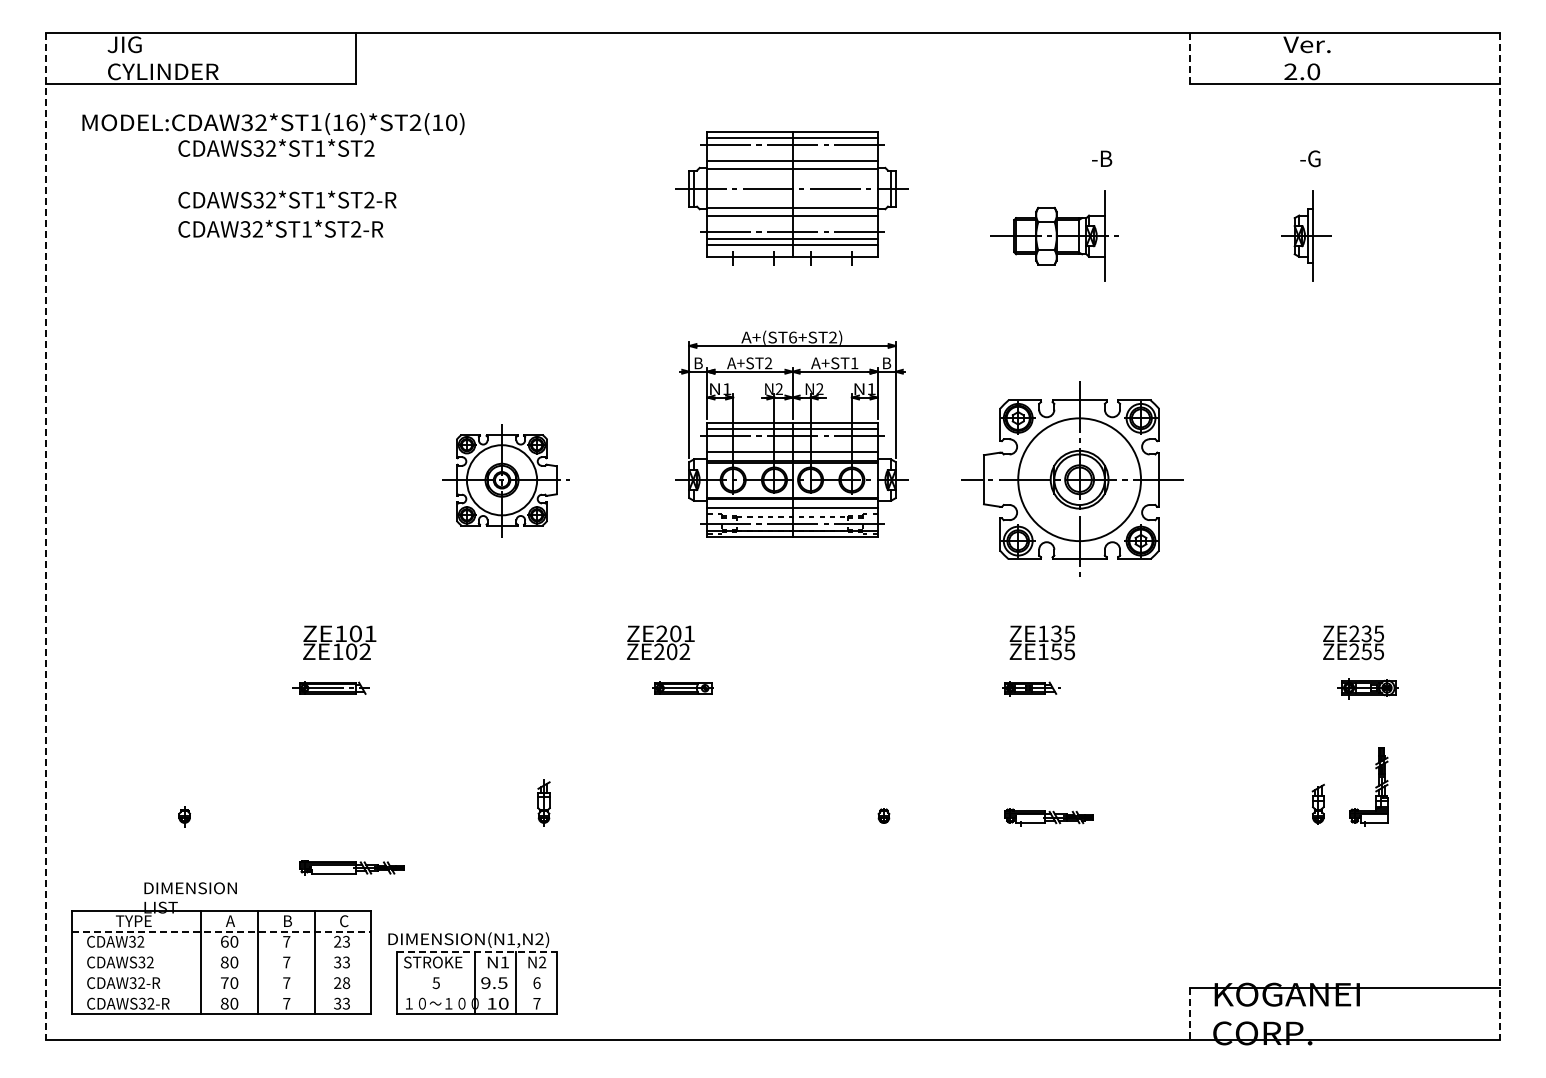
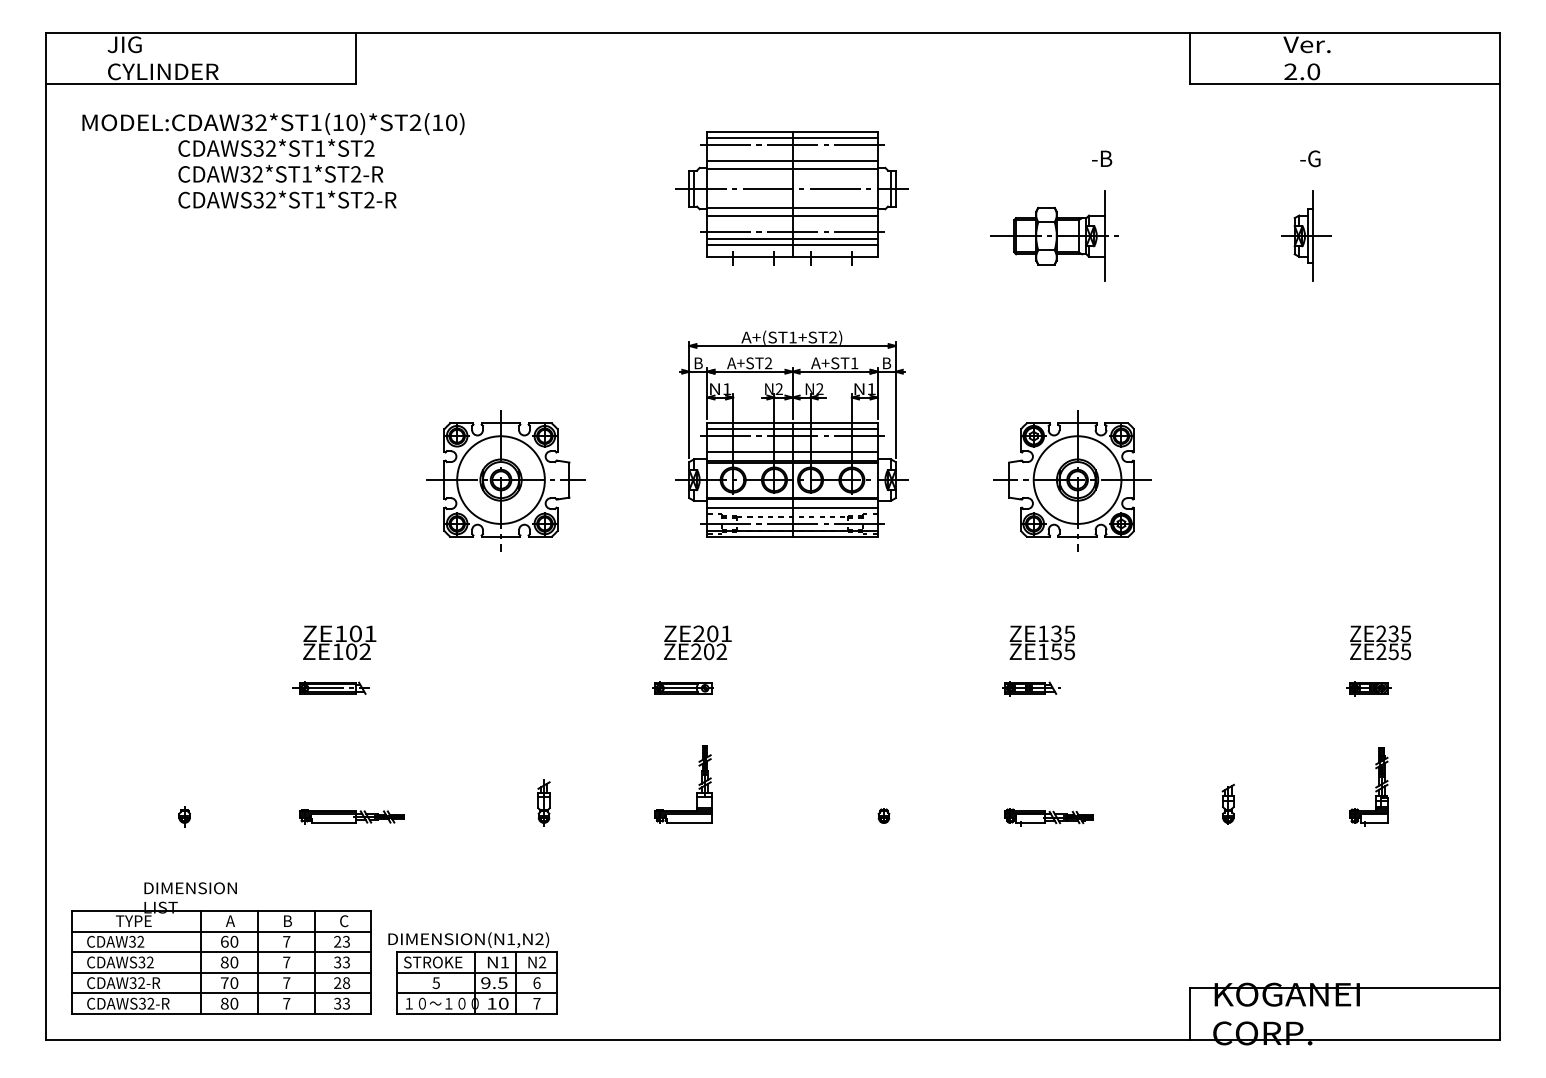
line at (1190, 58): dashed -> solid
text at (351, 122): MODEL:CDAW32*ST1(16)*ST2(10) -> MODEL:CDAW32*ST1(10)*ST2(10)
text at (280, 228) position: (280, 228) -> (280, 173)
text at (792, 337): A+(ST6+ST2) -> A+(ST1+ST2)
part at (1072, 478) size: 223x196 px -> 159x142 px
part at (505, 480) size: 128x114 px -> 160x142 px
line at (46, 536): dashed -> solid
line at (1499, 536): dashed -> solid
text at (660, 642) position: (660, 642) -> (697, 642)
text at (1353, 642) position: (1353, 642) -> (1380, 642)
part at (1367, 688) size: 62x22 px -> 46x16 px
part at (698, 784): none -> present
part at (1317, 803) position: (1317, 803) -> (1227, 803)
part at (351, 867) position: (351, 867) -> (351, 816)
line at (221, 931): dashed -> solid
line at (221, 952): none -> present
line at (477, 952): dashed -> solid
line at (221, 972): none -> present
line at (477, 972): none -> present
line at (221, 993): none -> present
line at (477, 993): none -> present
line at (1190, 1014): dashed -> solid
